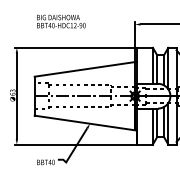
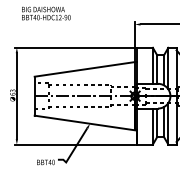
text at (61, 21) position: (61, 21) -> (46, 13)
